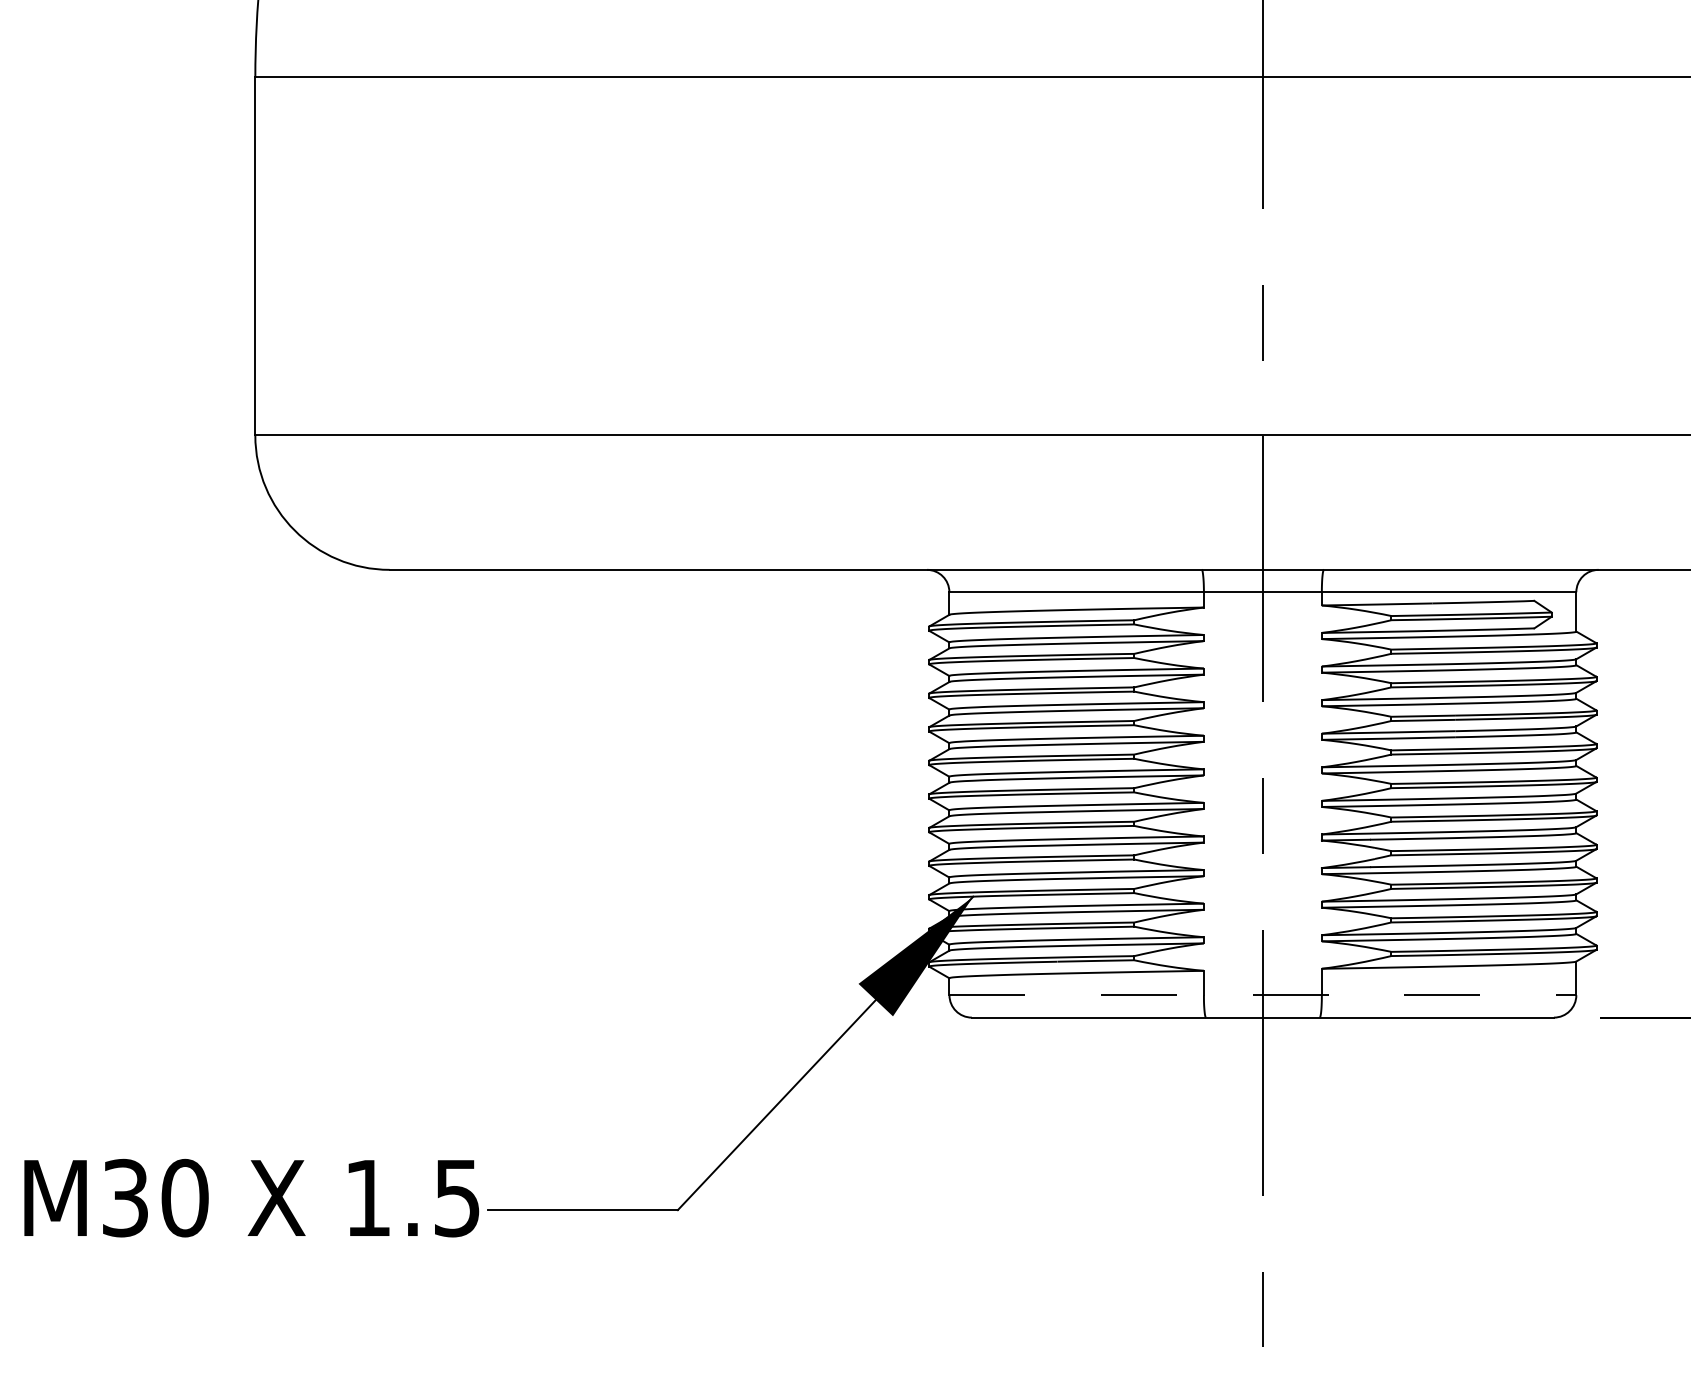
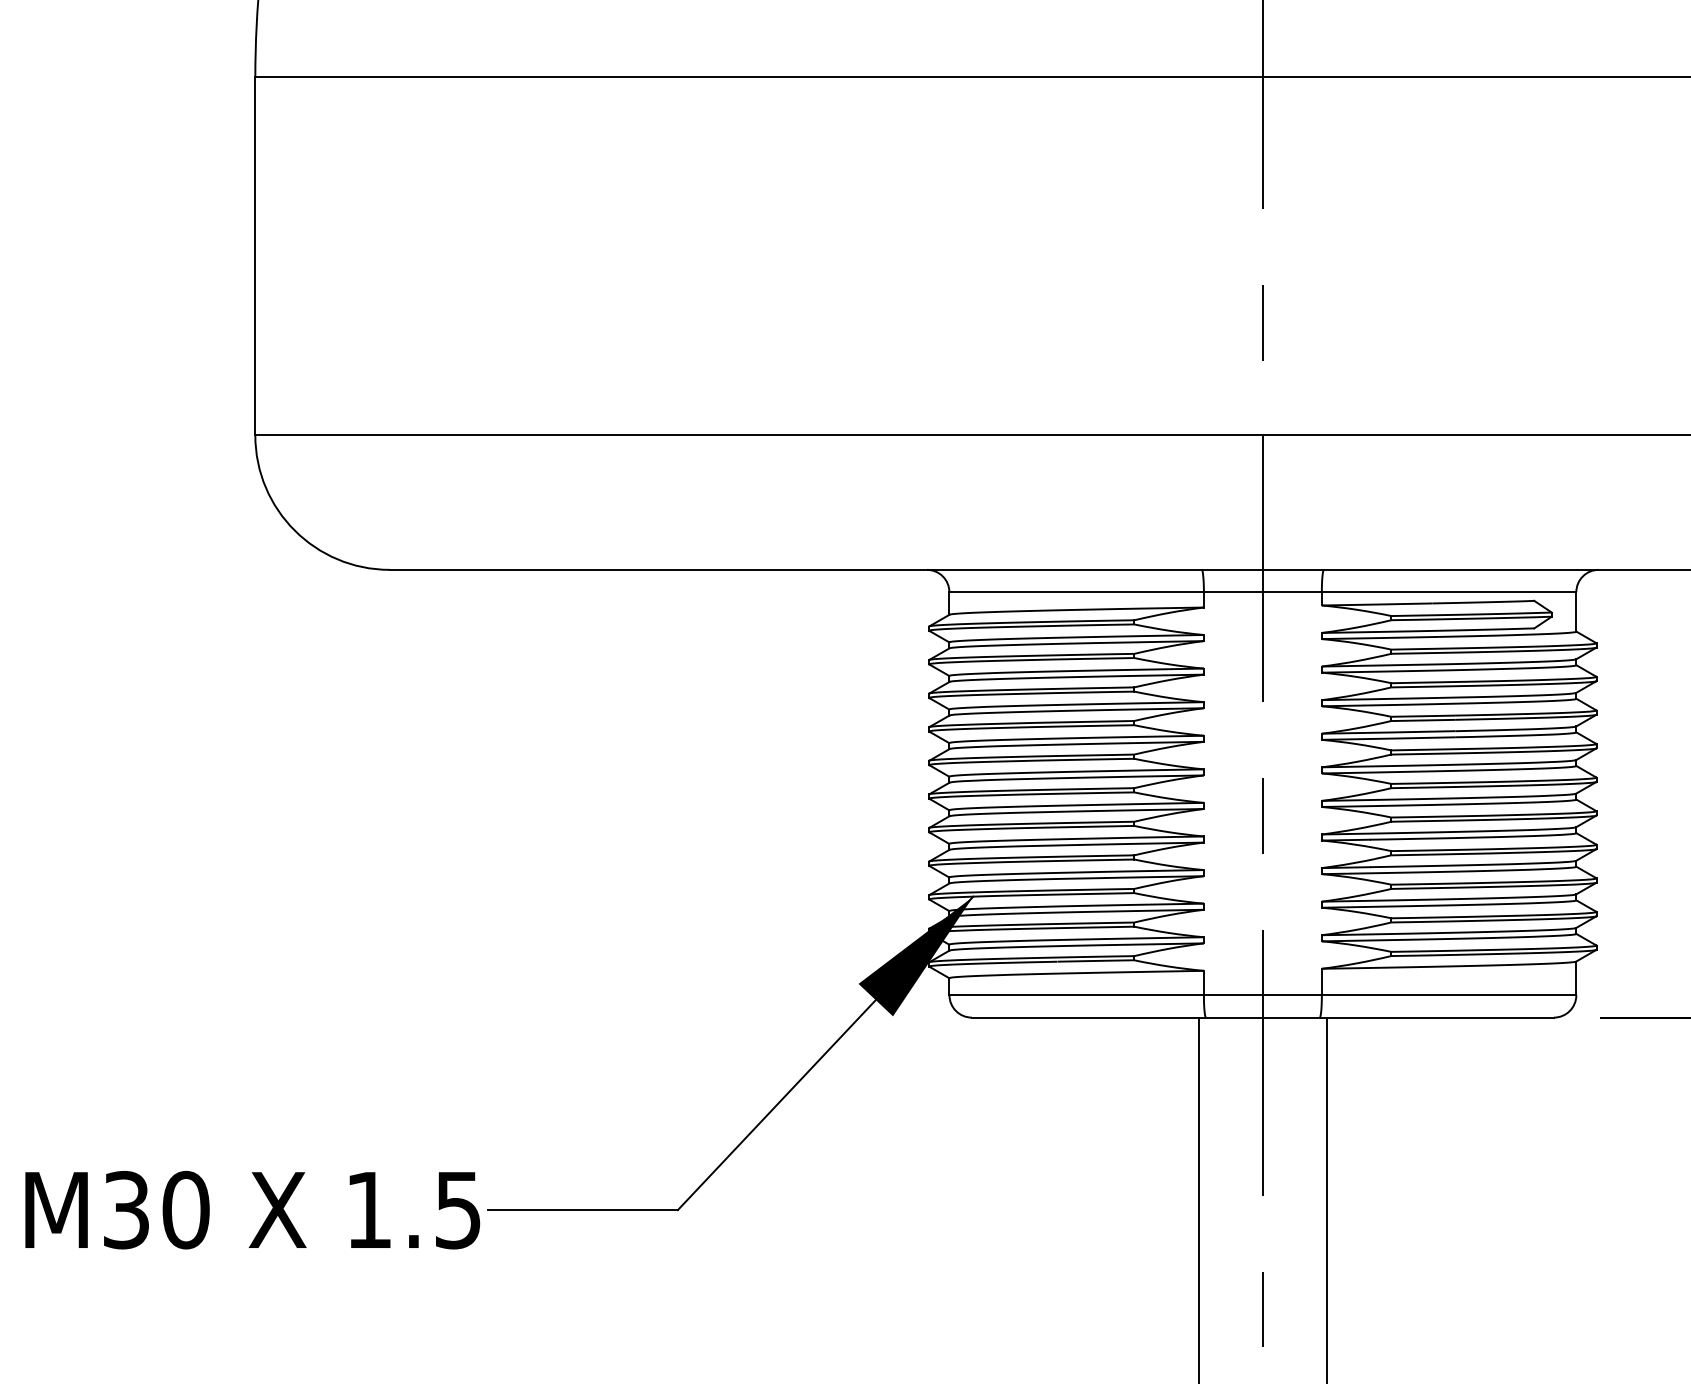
line at (1263, 995): dashed -> solid
text at (251, 1197) position: (251, 1197) -> (252, 1209)
line at (1198, 1198): none -> present
line at (1326, 1198): none -> present
